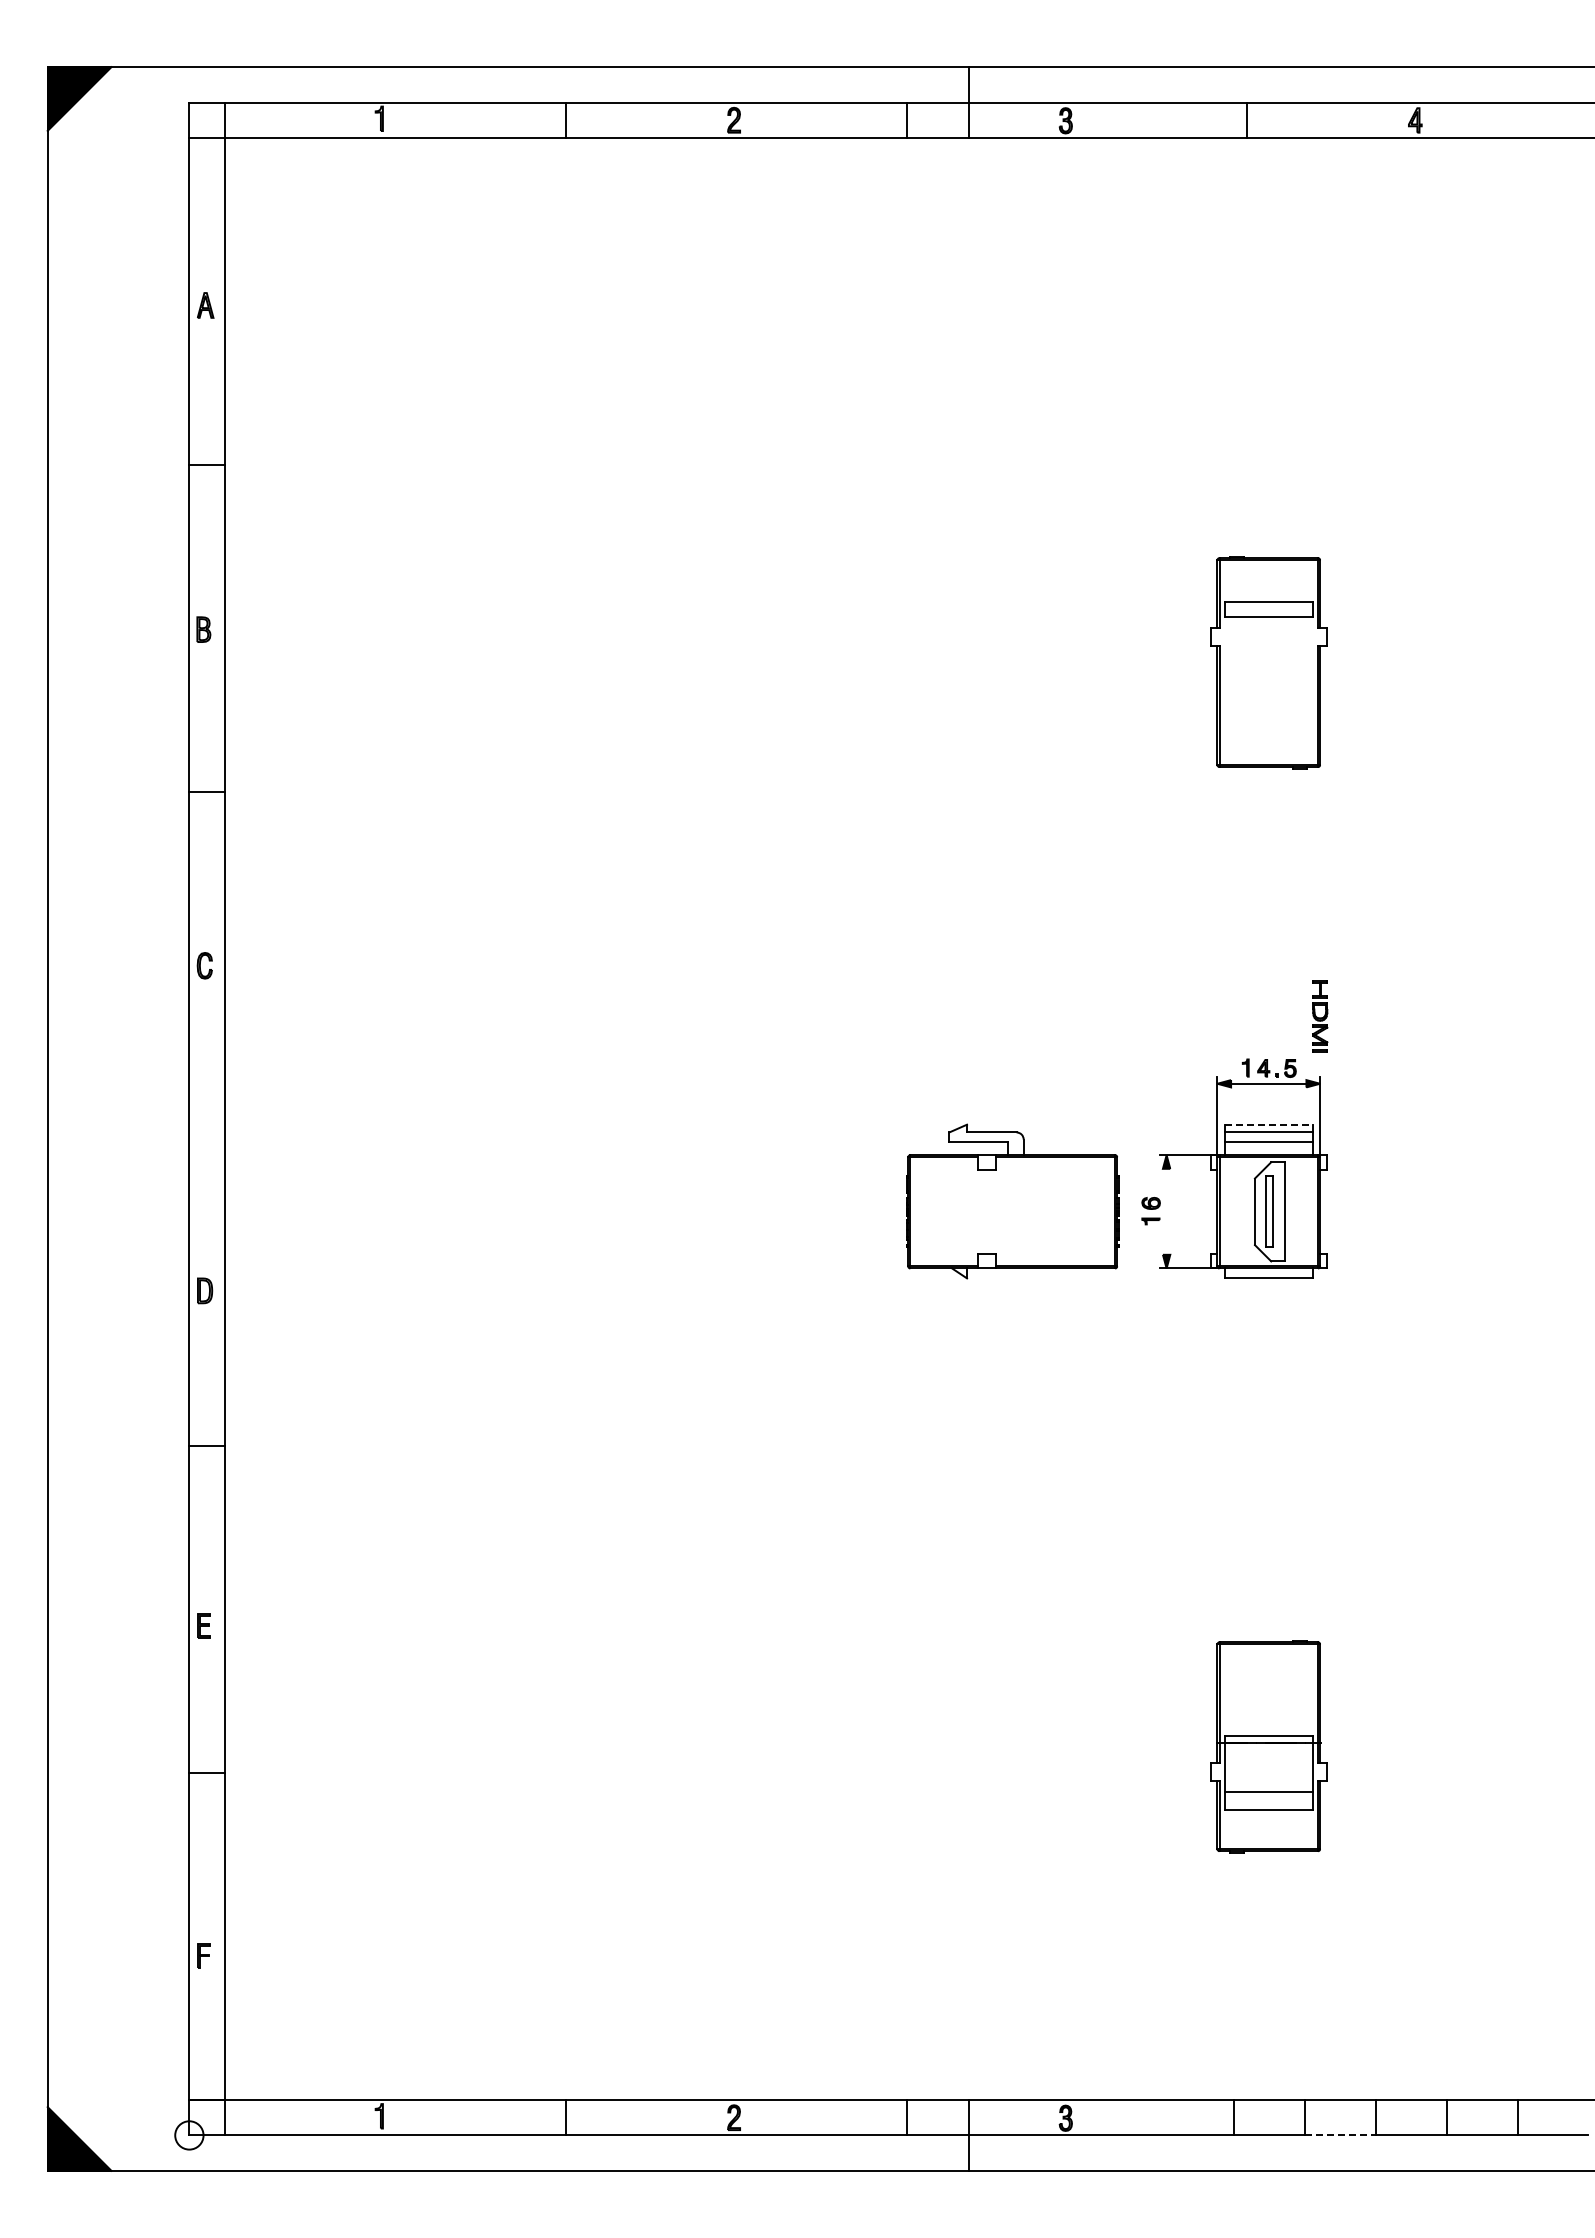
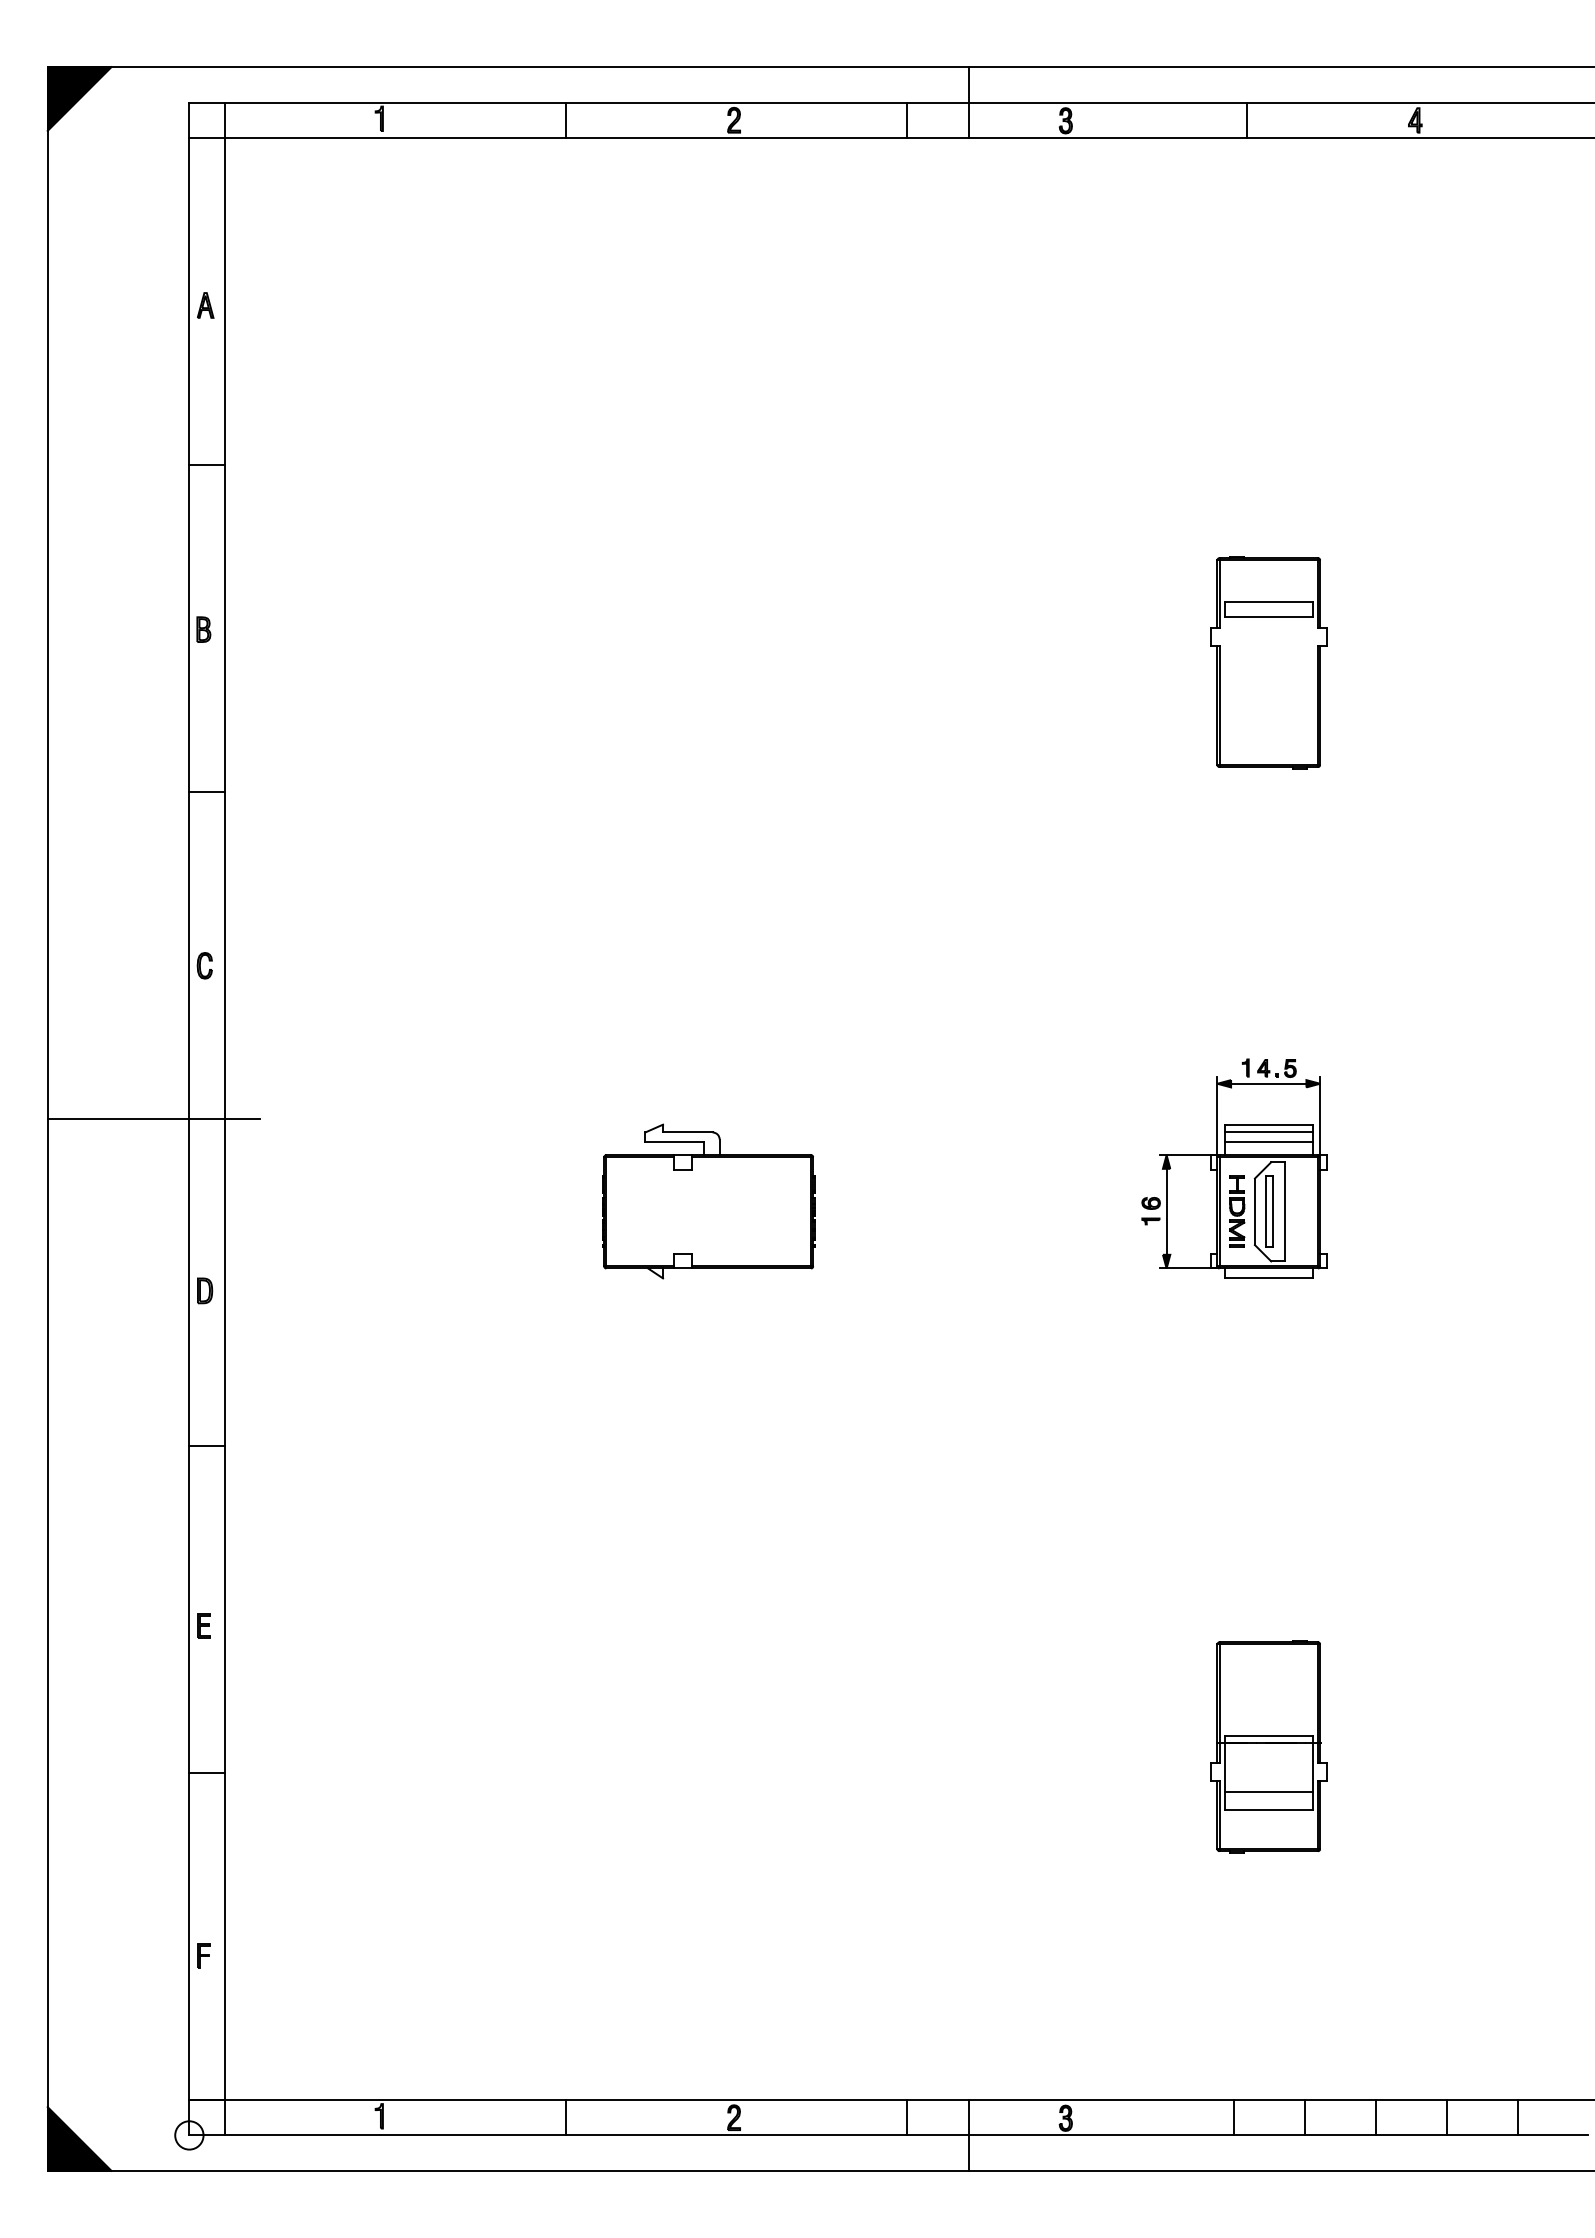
part at (1320, 1016) position: (1320, 1016) -> (1237, 1211)
line at (153, 1119): none -> present
line at (1269, 1124): dashed -> solid
part at (1012, 1201) position: (1012, 1201) -> (708, 1201)
line at (1166, 1211): none -> present
line at (1340, 2135): dashed -> solid
